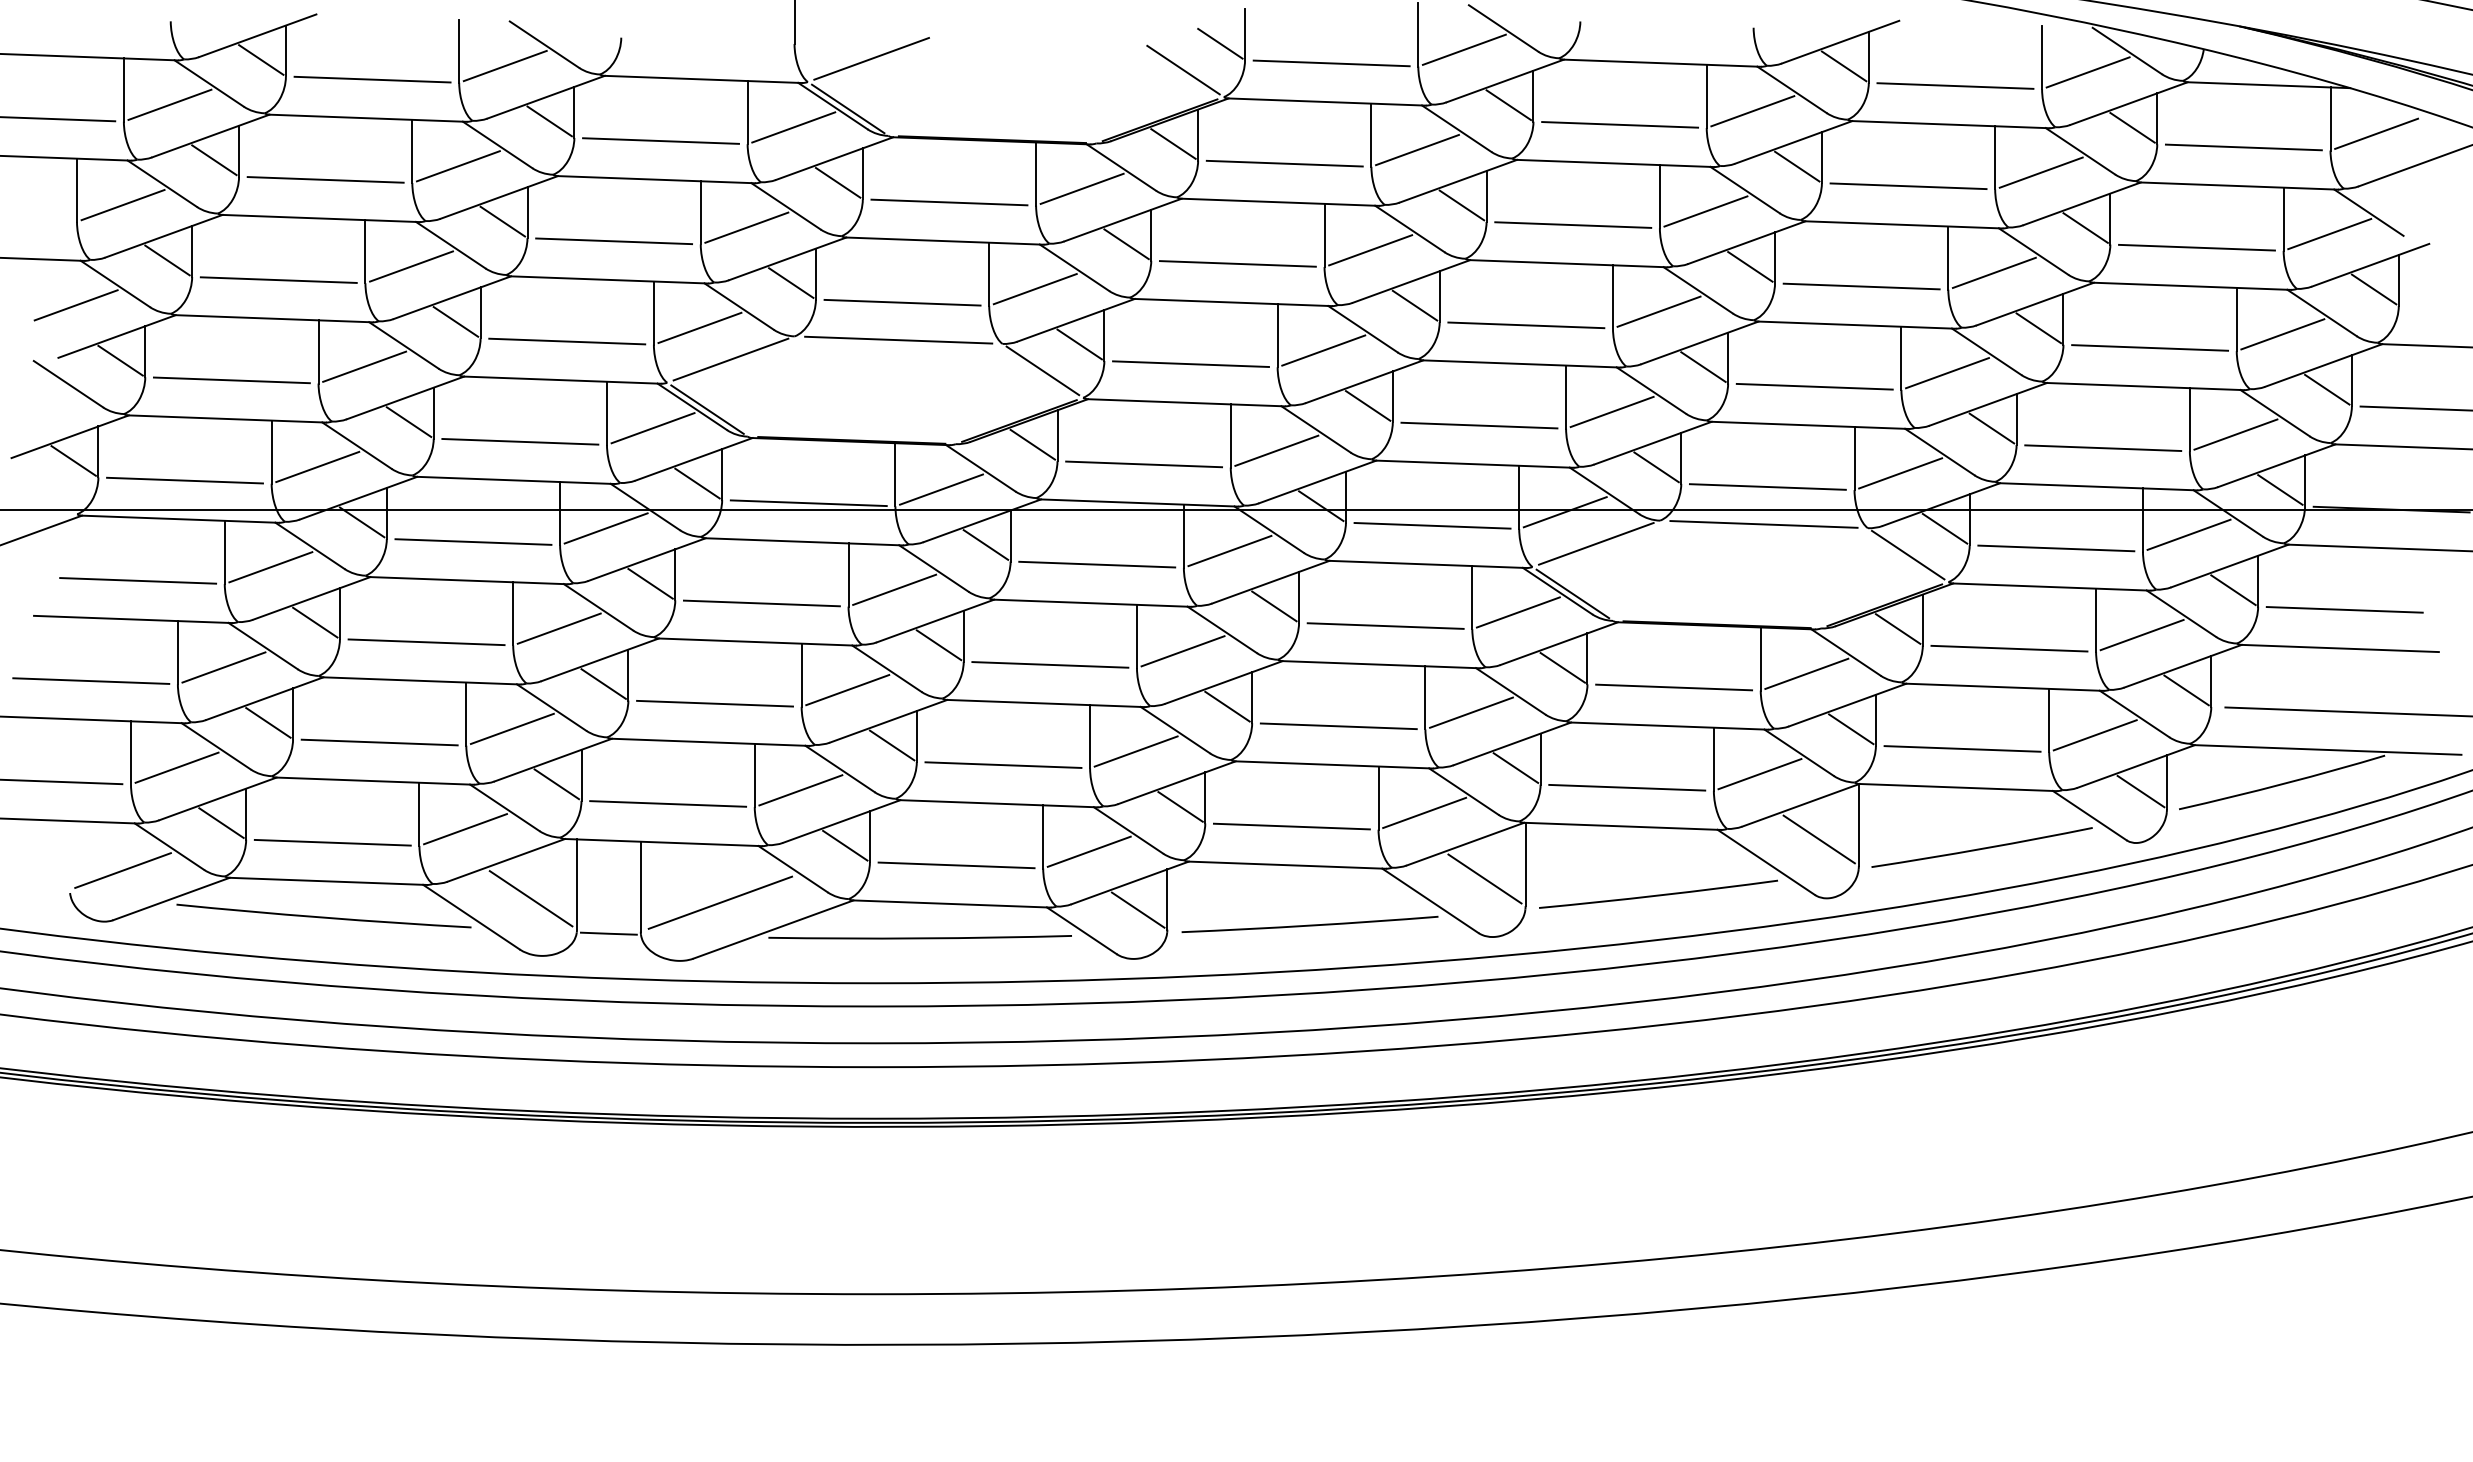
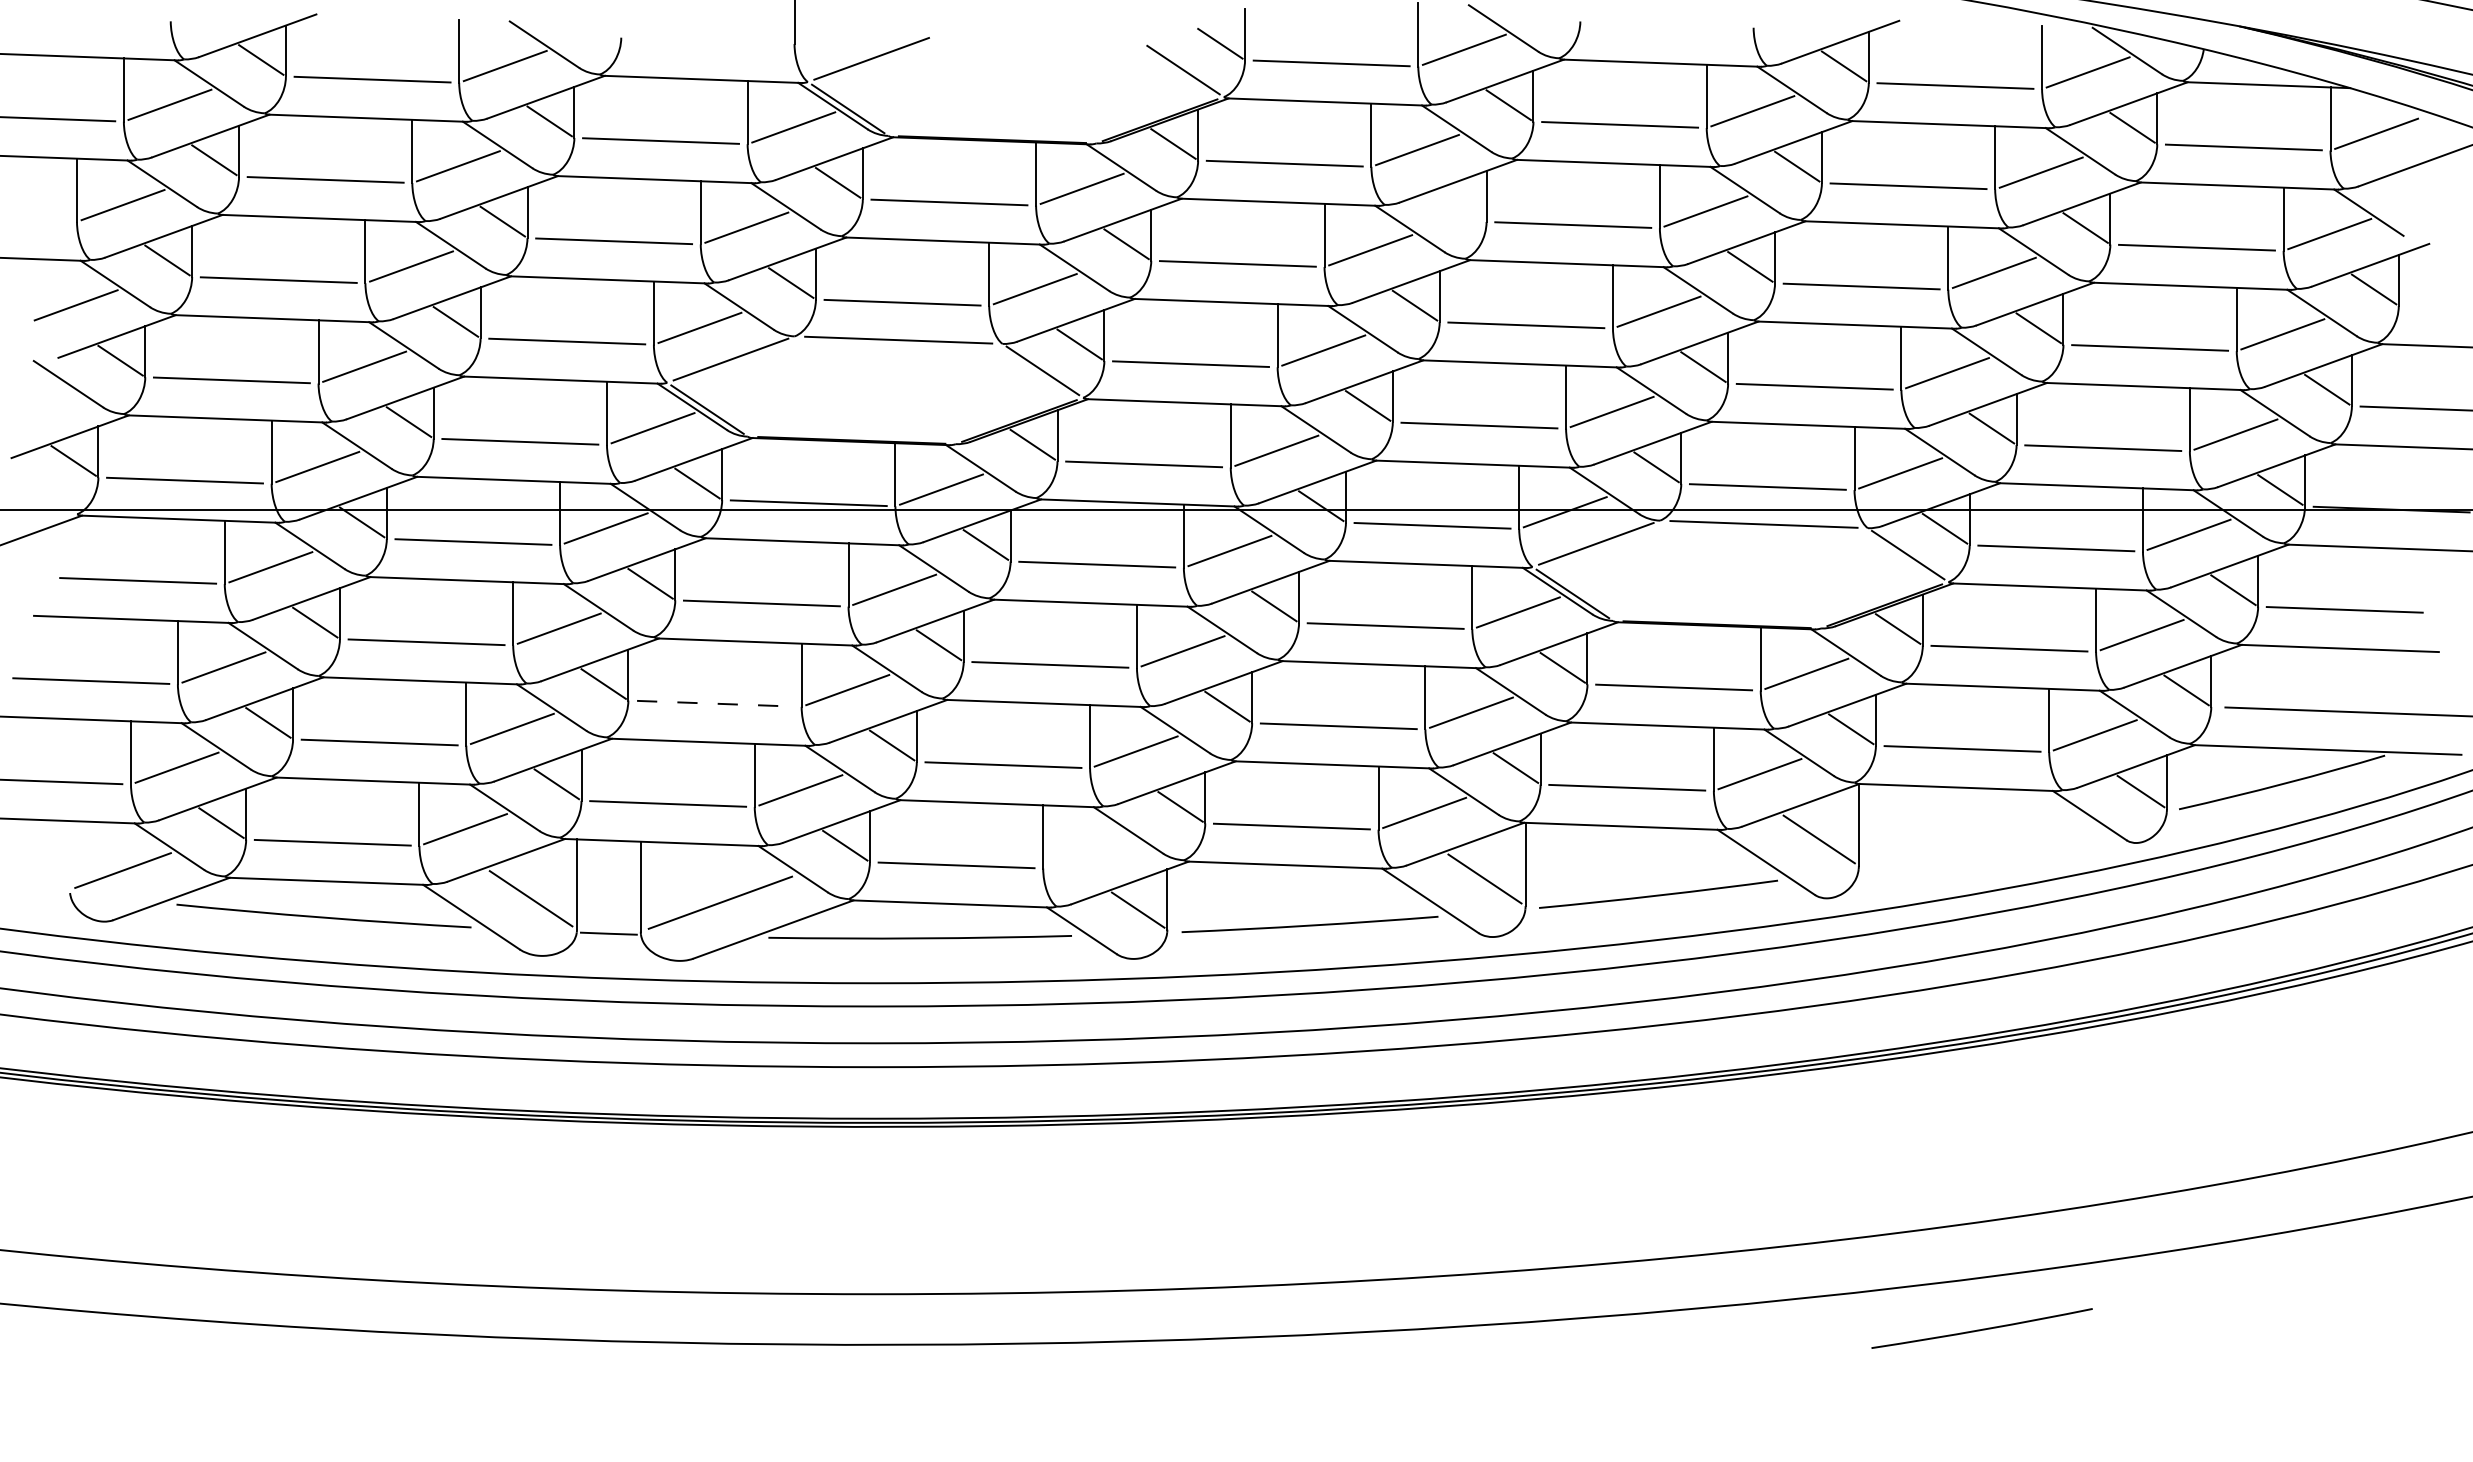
line at (1461, 205): present -> none
line at (715, 703): solid -> dashed
curve at (1982, 847) position: (1982, 847) -> (1982, 1328)
line at (1088, 851): present -> none
